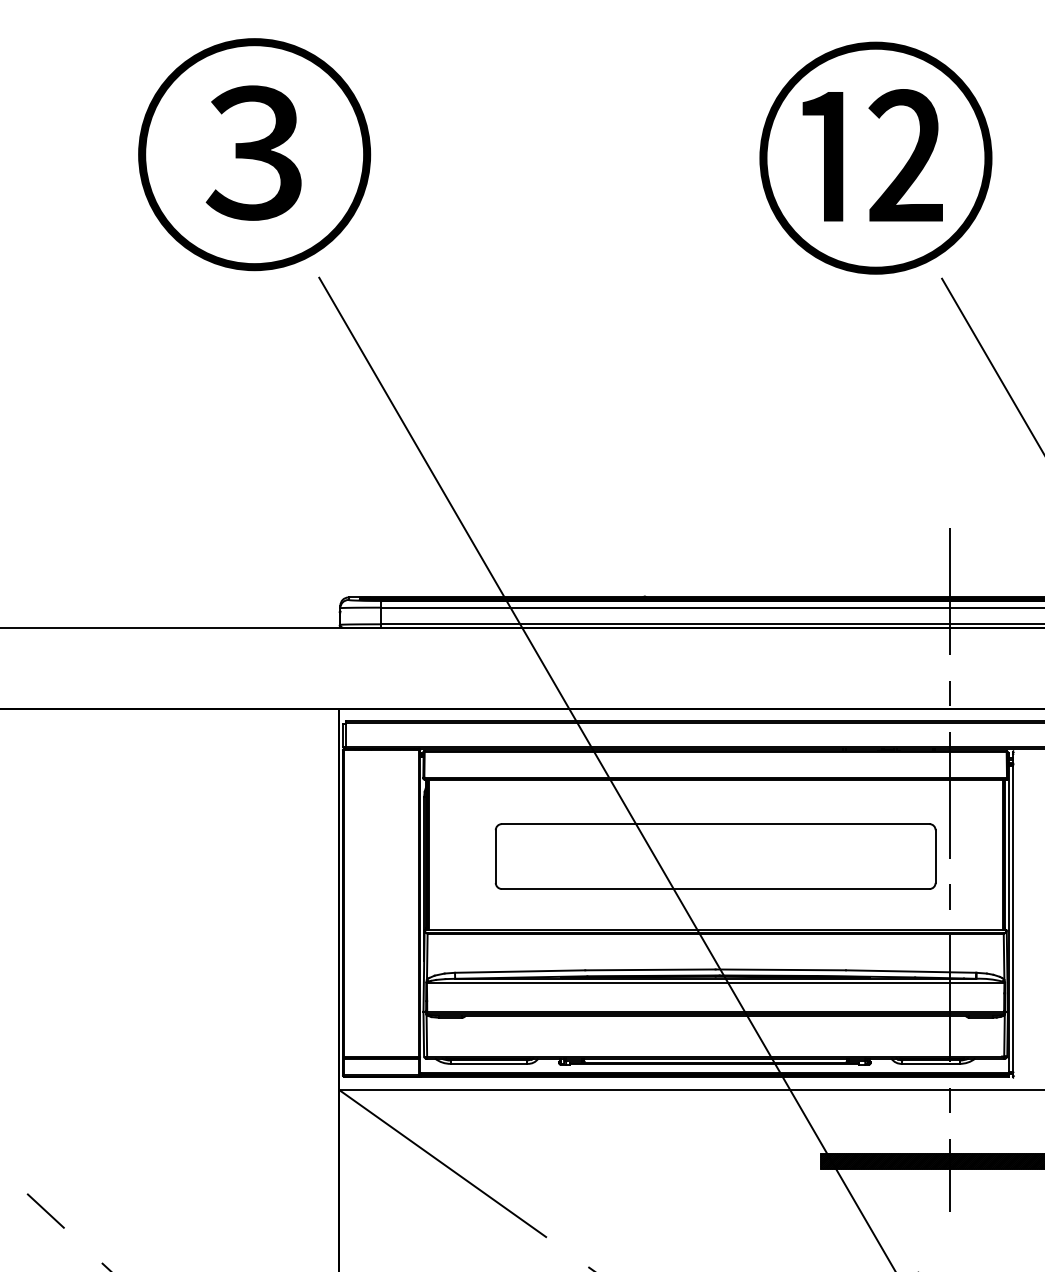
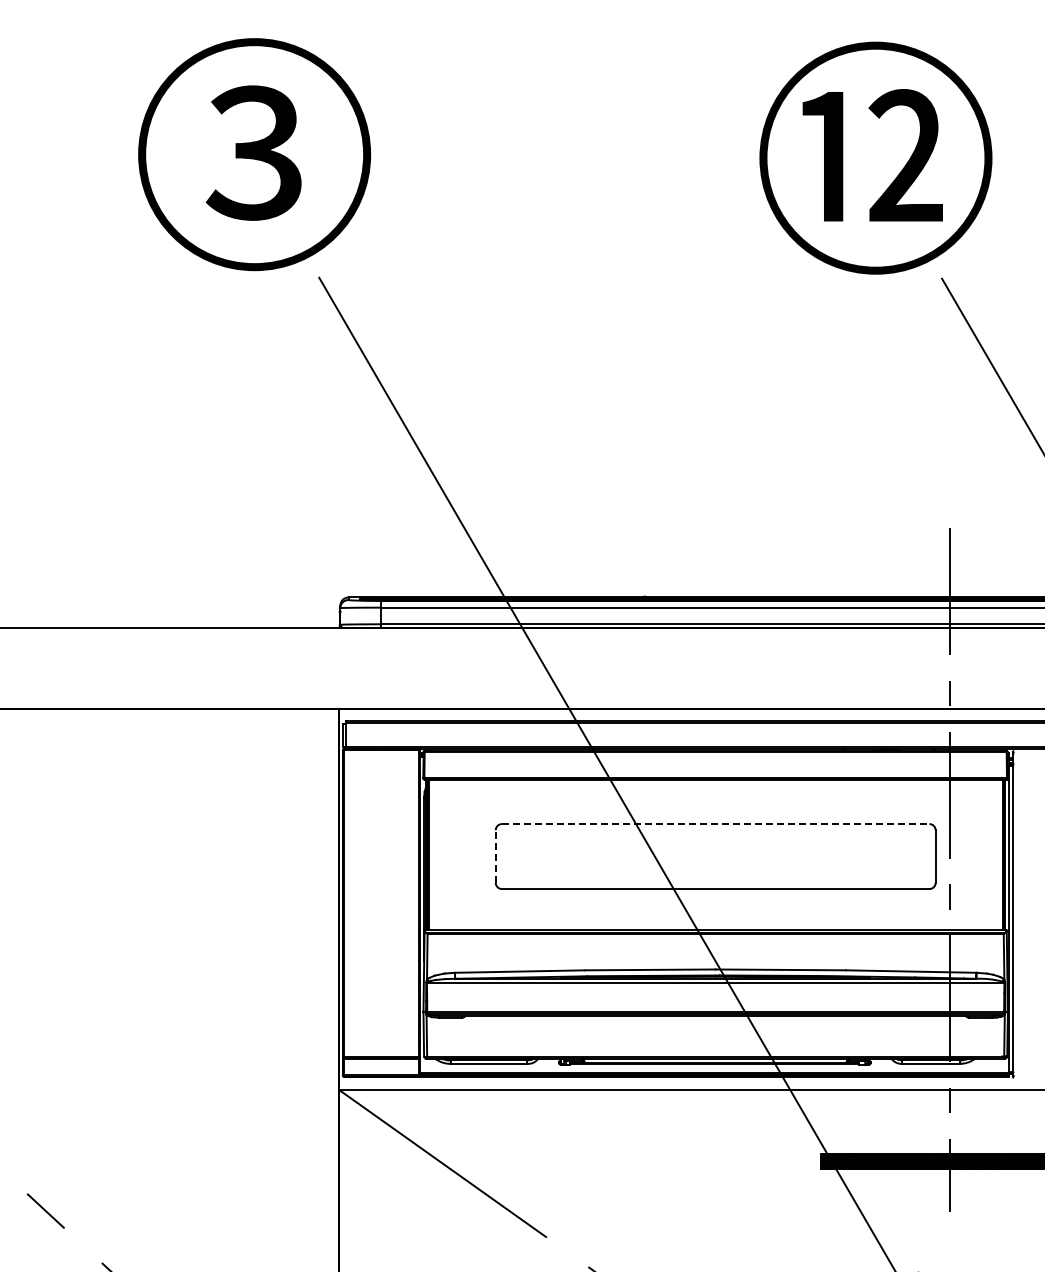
line at (715, 824): solid -> dashed
line at (495, 856): solid -> dashed
